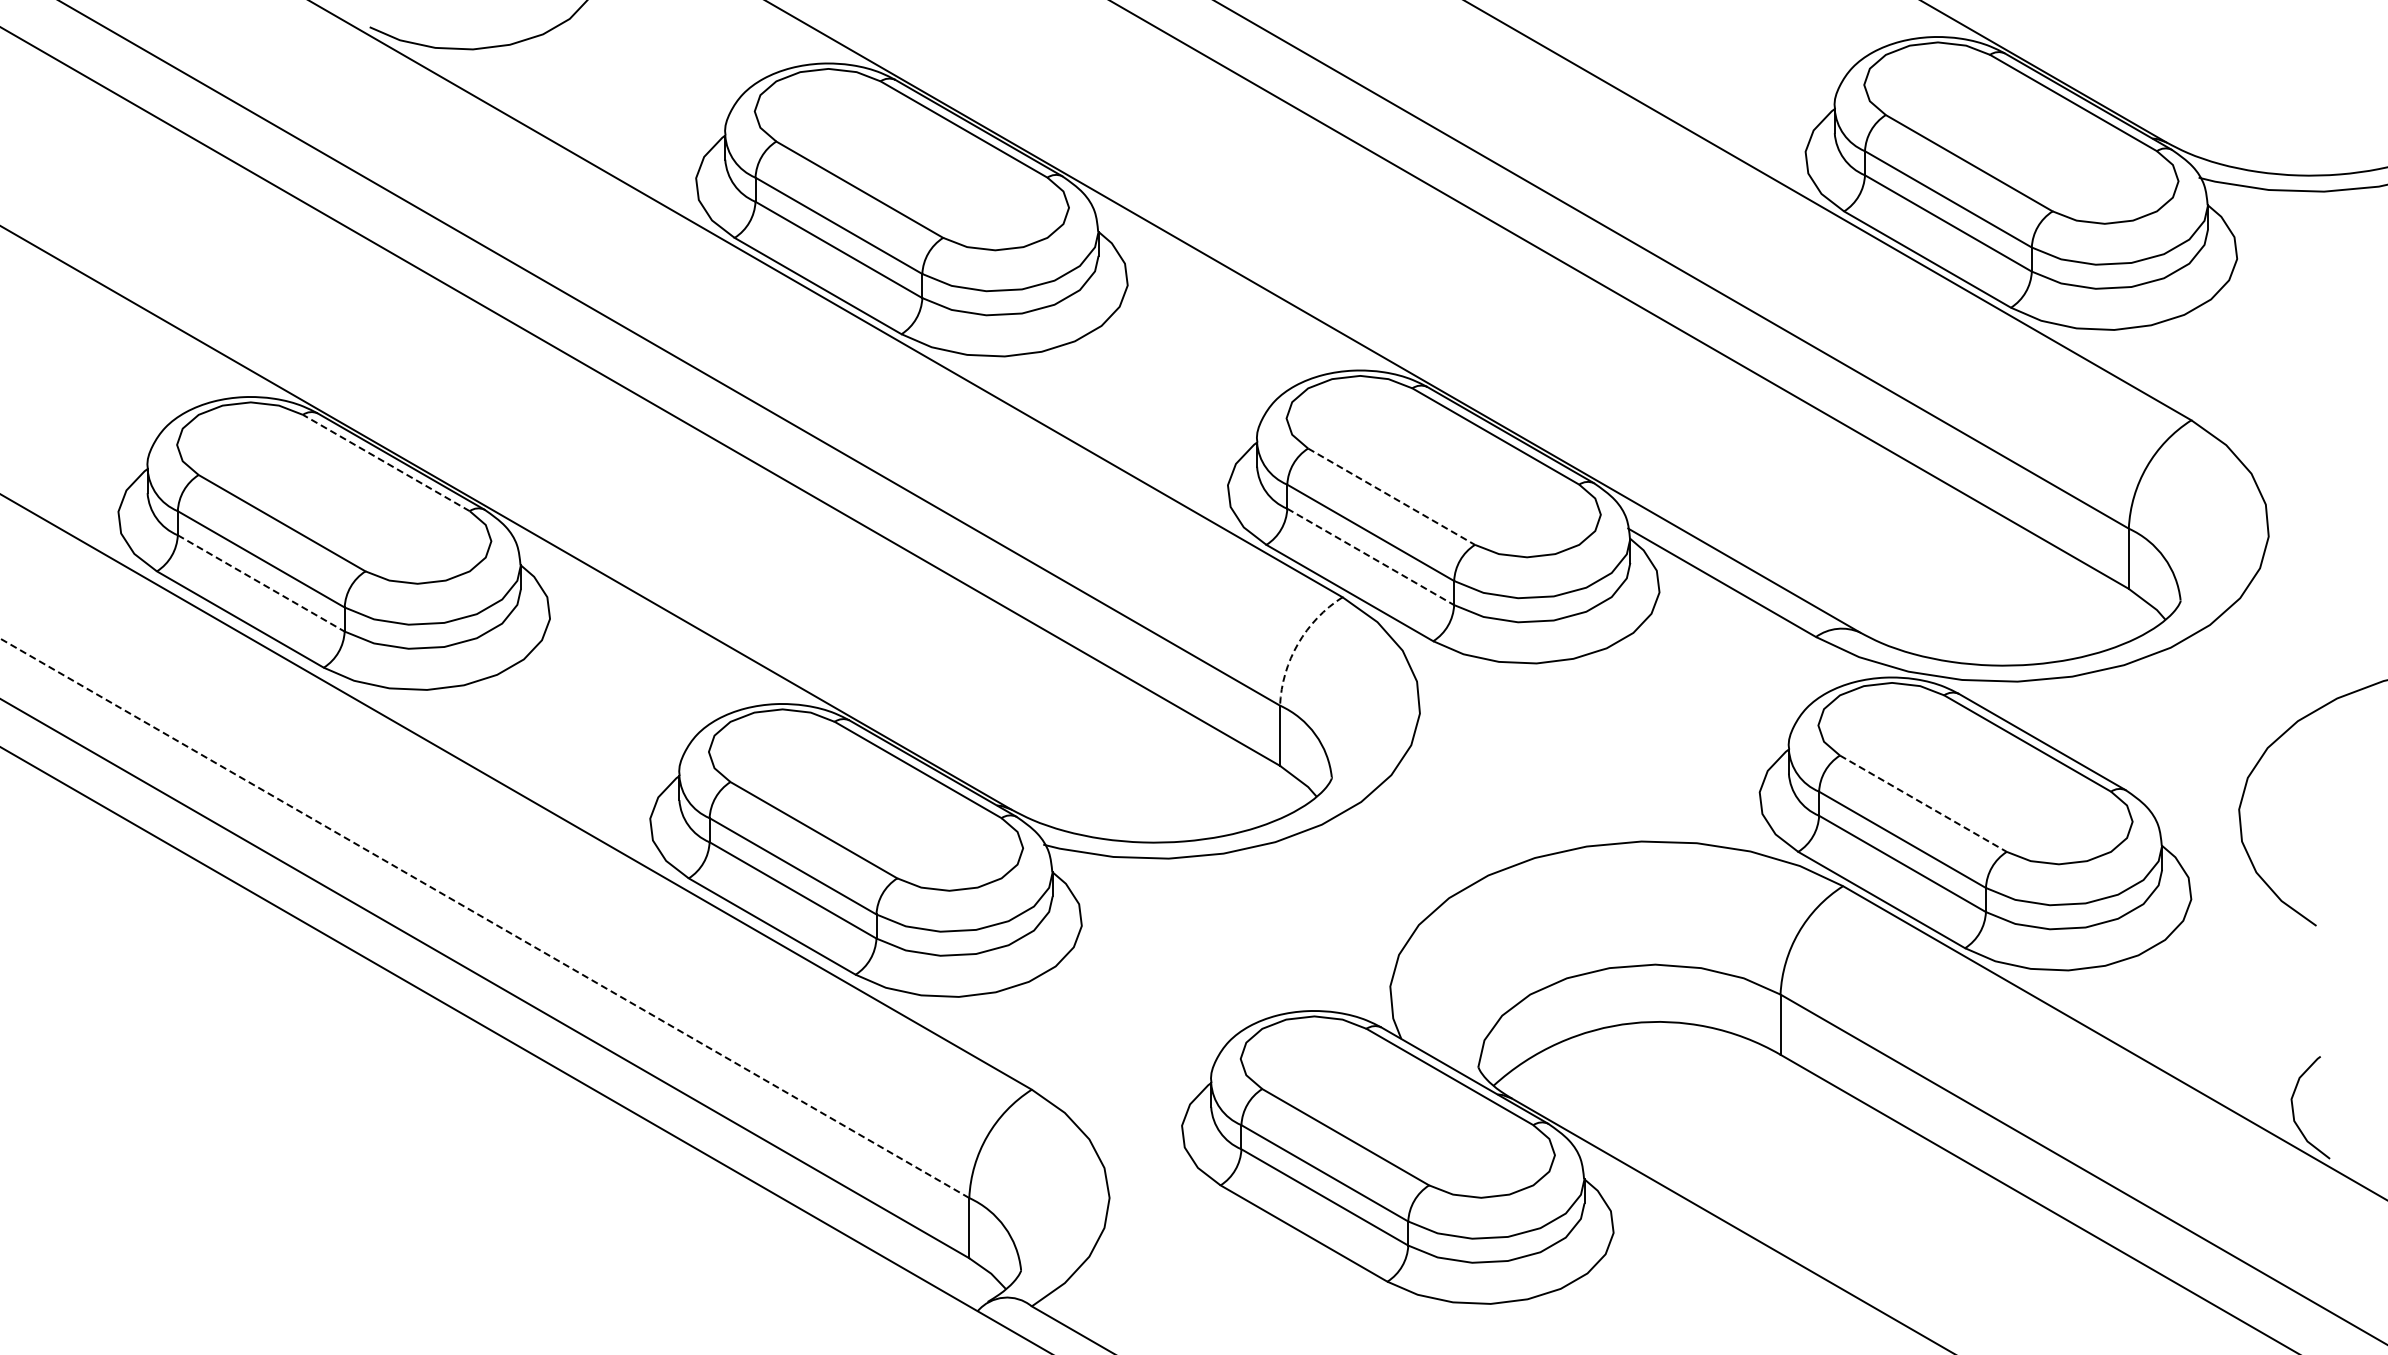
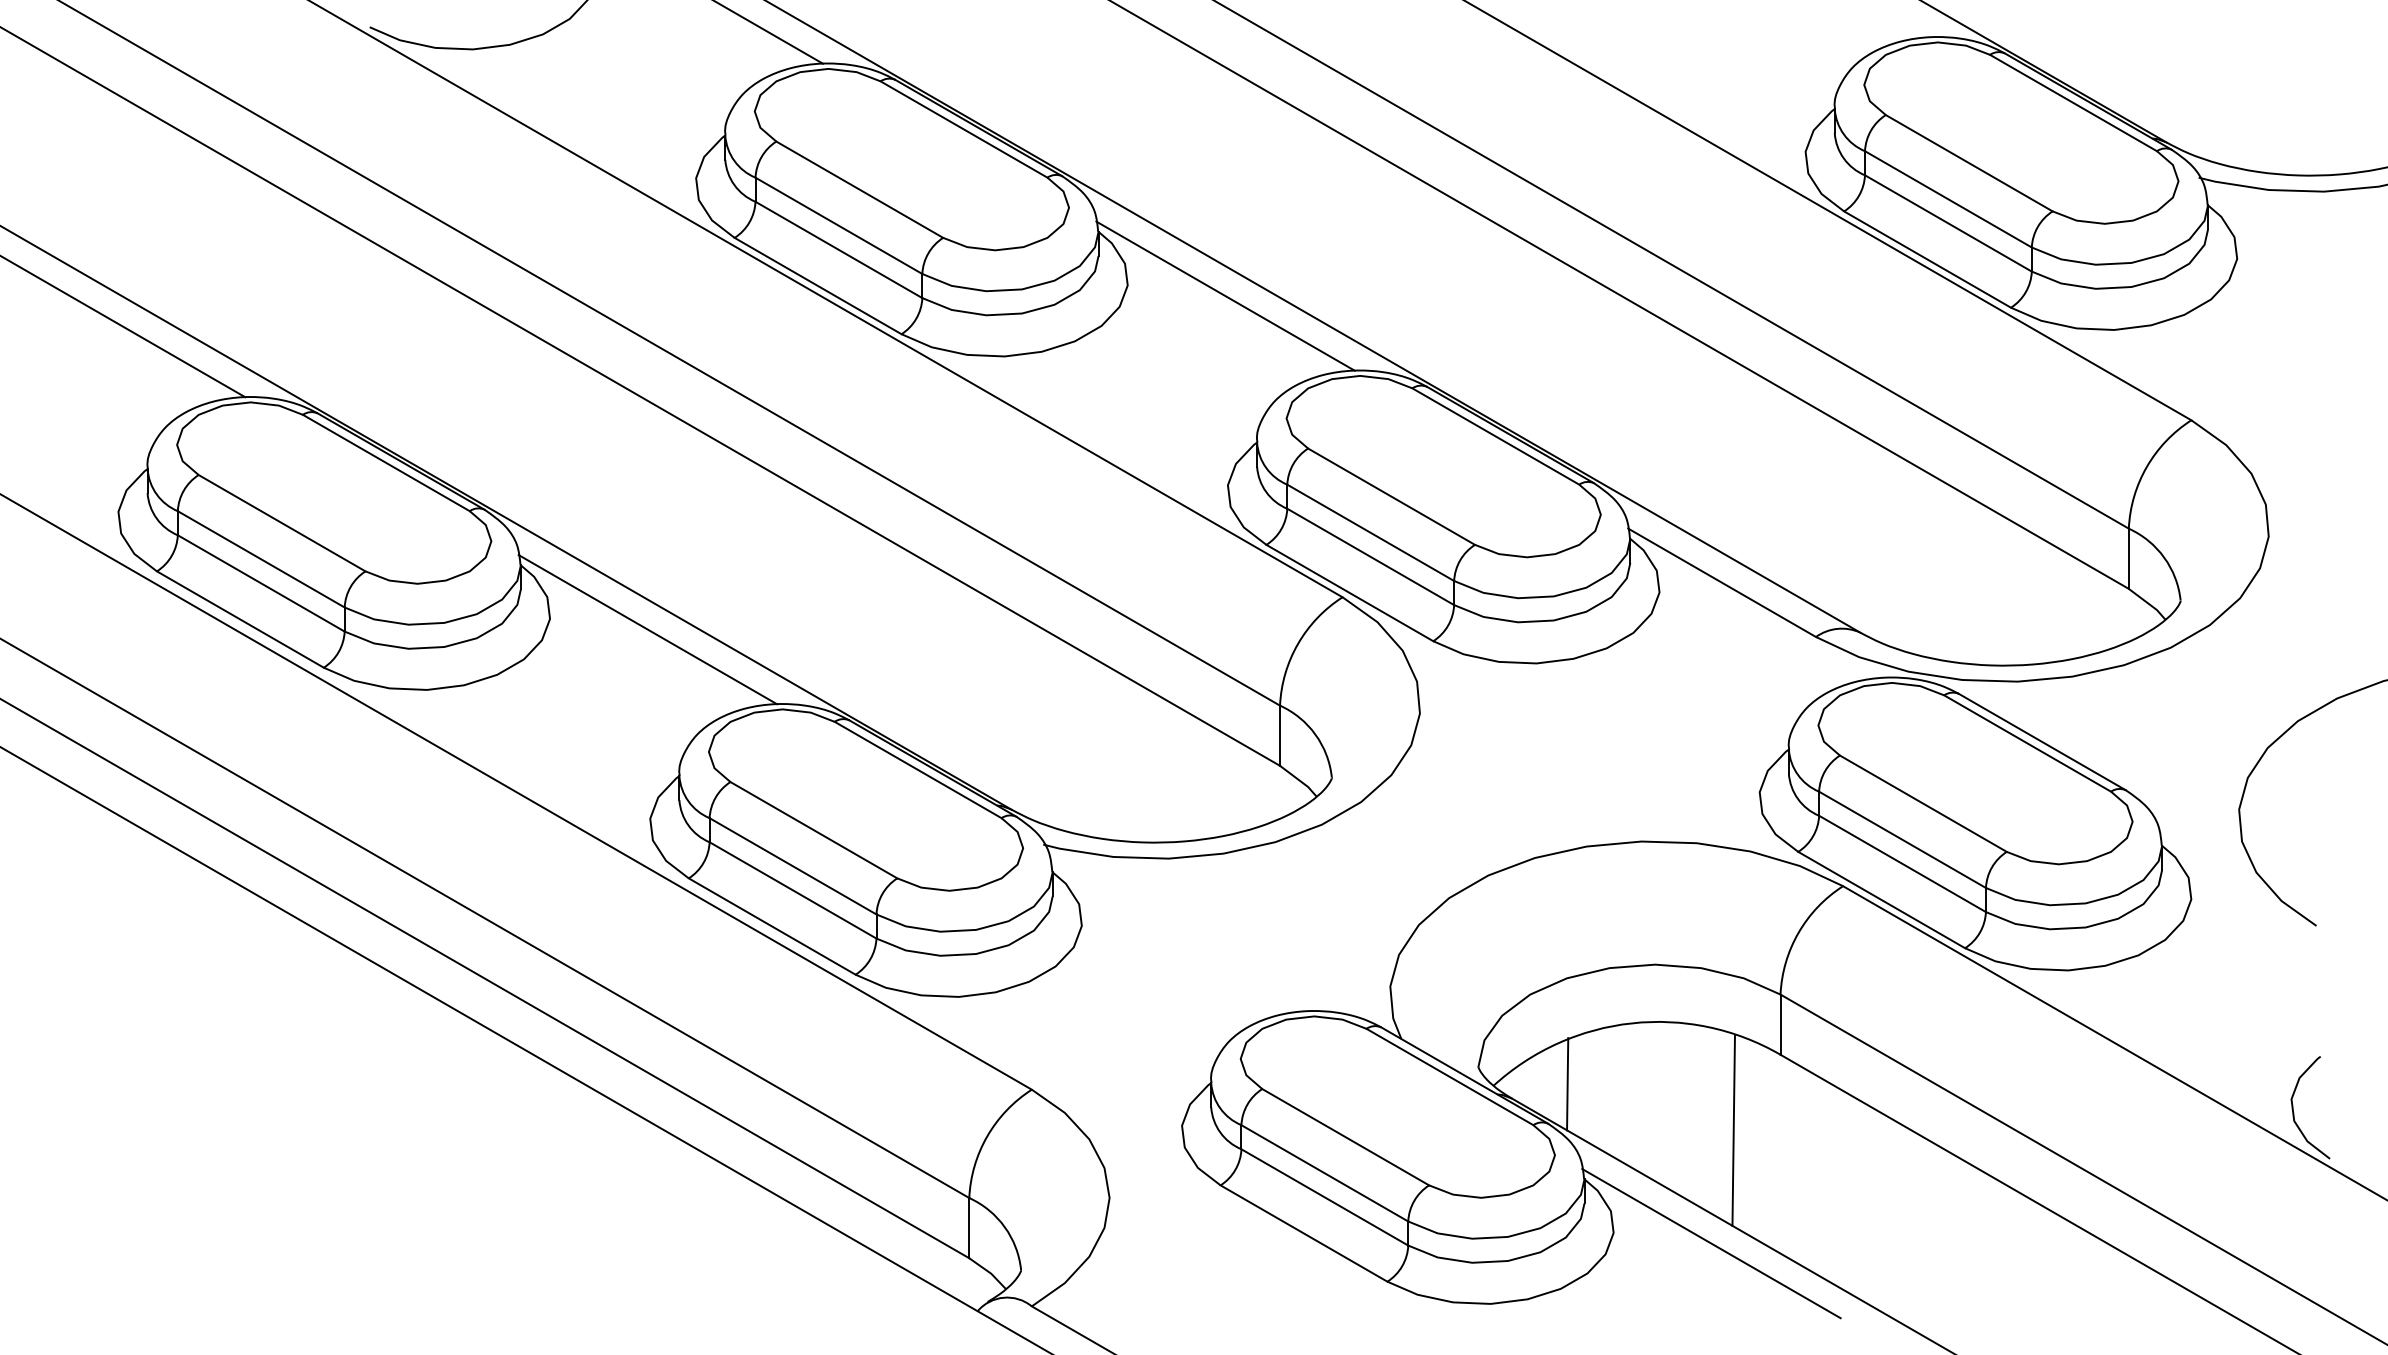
line at (769, 32): none -> present
line at (1225, 295): none -> present
line at (123, 327): none -> present
line at (385, 462): dashed -> solid
line at (1392, 496): dashed -> solid
line at (1371, 557): dashed -> solid
line at (261, 583): dashed -> solid
line at (647, 629): none -> present
arc at (1298, 643): dashed -> solid
line at (1923, 803): dashed -> solid
line at (484, 918): dashed -> solid
line at (1567, 1084): none -> present
line at (1733, 1130): none -> present
line at (1711, 1243): none -> present
